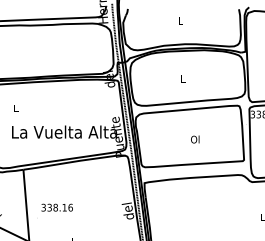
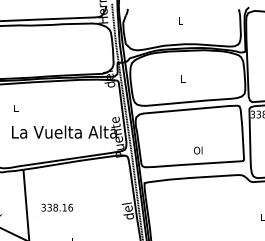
text at (195, 139) position: (195, 139) -> (198, 150)
